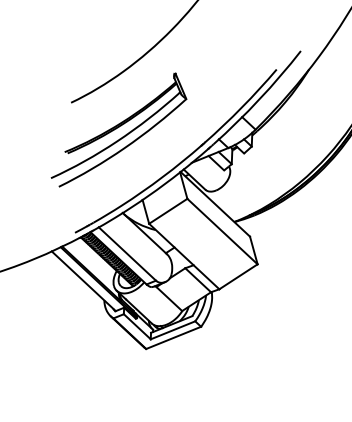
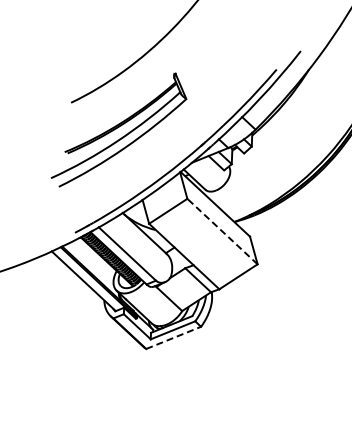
line at (222, 231): solid -> dashed
line at (173, 337): solid -> dashed
